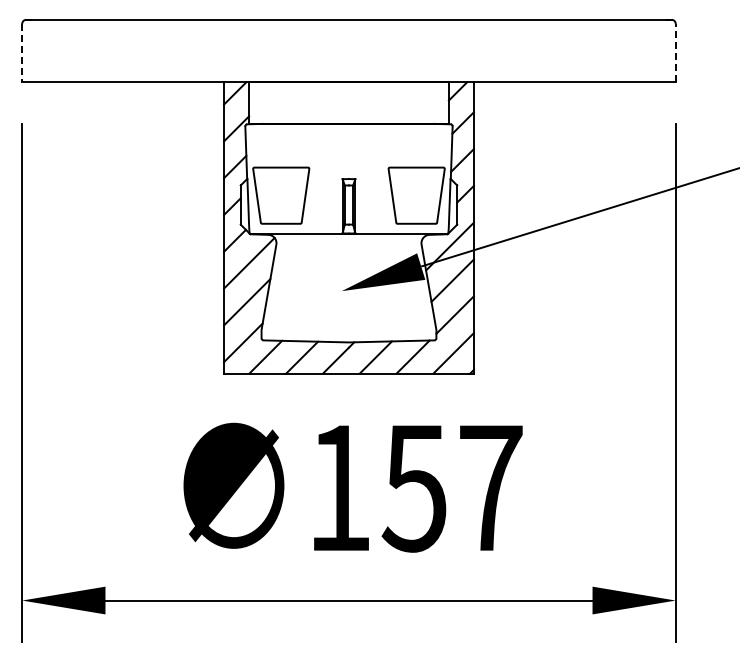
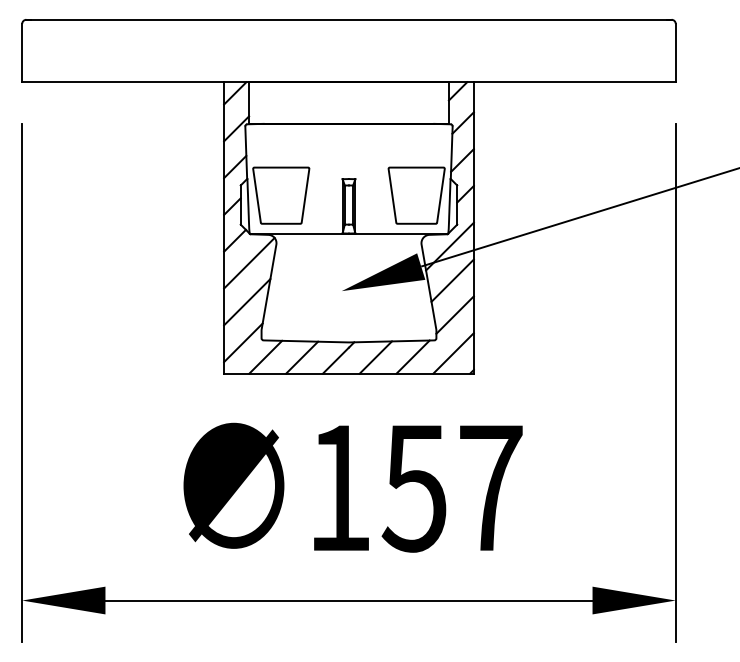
line at (675, 52): dashed -> solid
line at (22, 53): dashed -> solid
